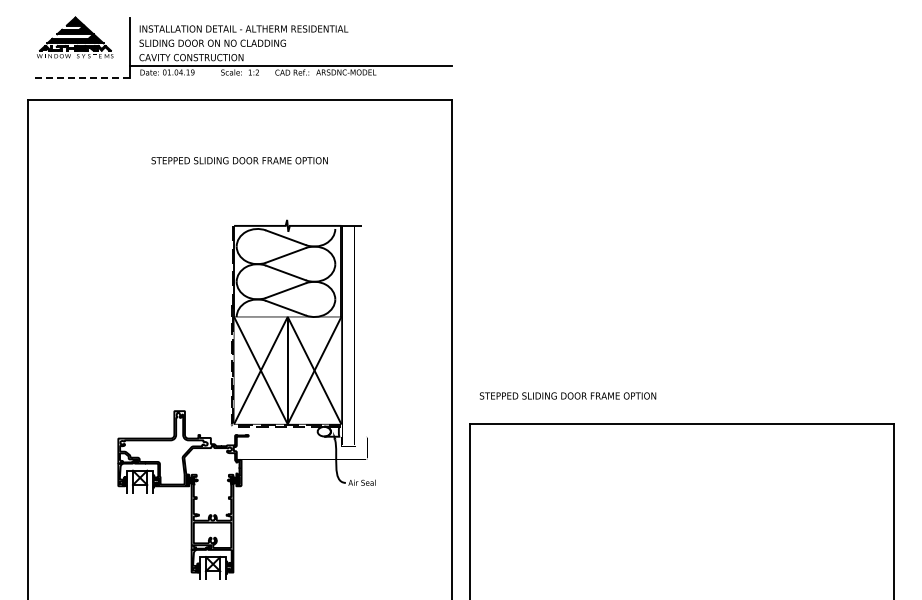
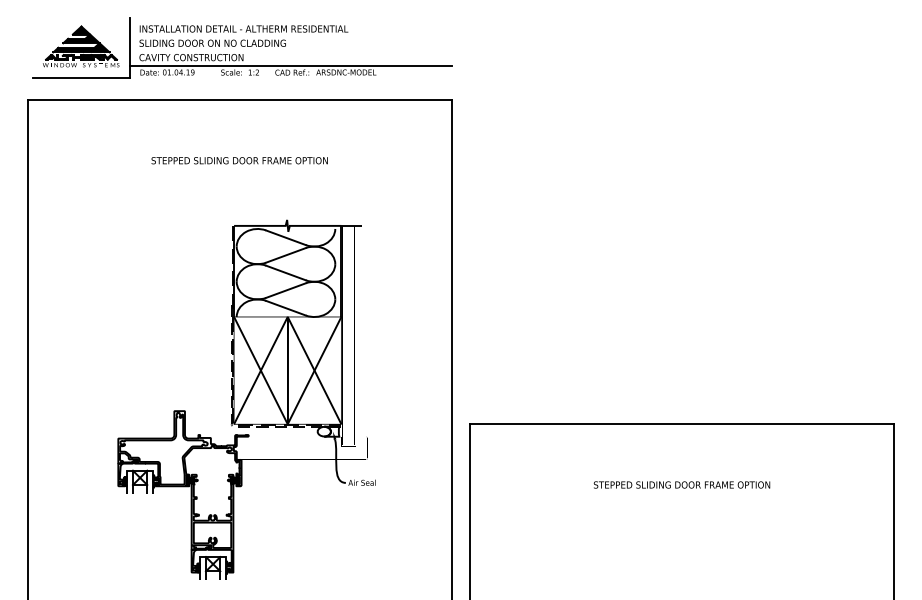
part at (75, 37) position: (75, 37) -> (81, 46)
line at (81, 77): dashed -> solid
text at (567, 395) position: (567, 395) -> (681, 484)
